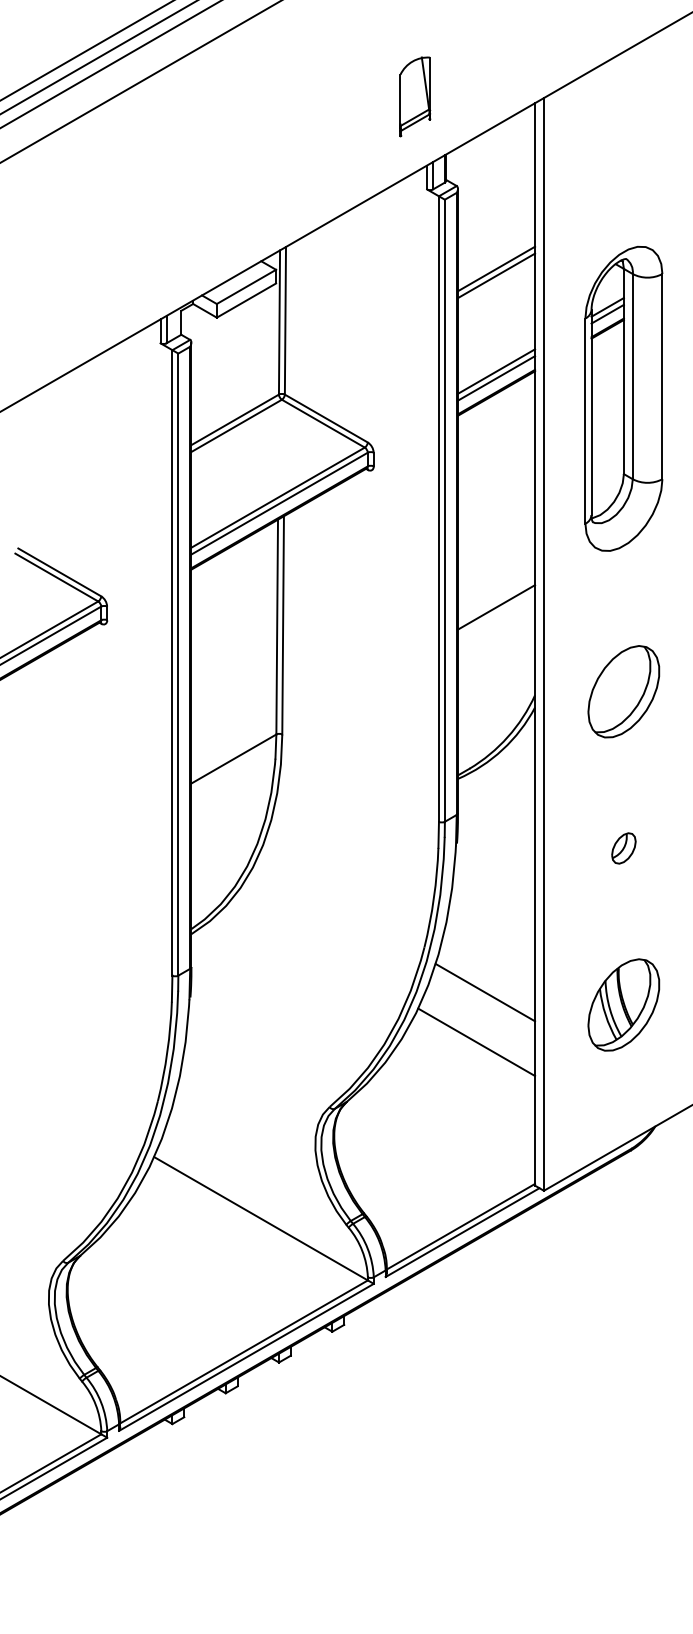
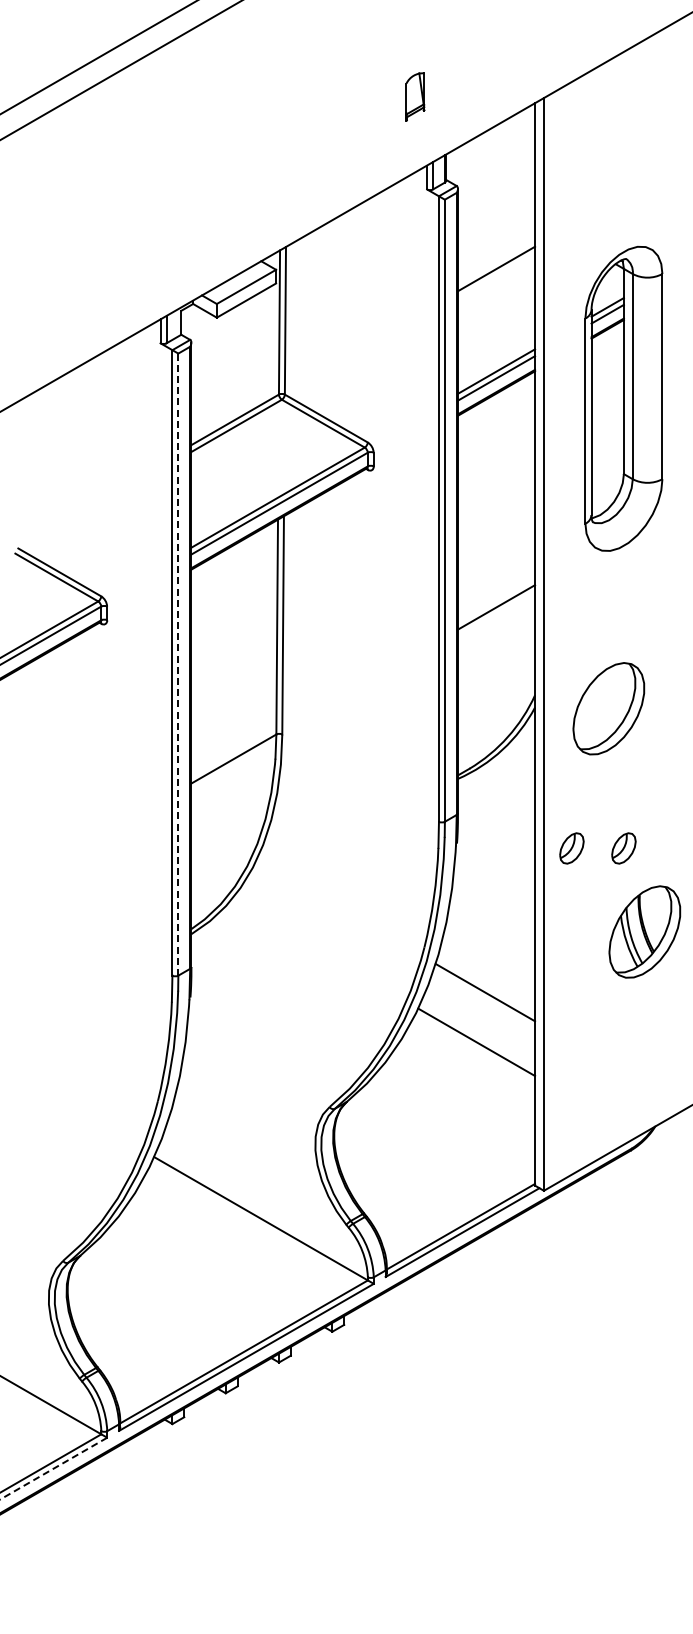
line at (86, 50): present -> none
line at (110, 64): present -> none
line at (140, 81) position: (140, 81) -> (120, 70)
part at (415, 96) size: 33x82 px -> 21x50 px
line at (496, 275): present -> none
line at (178, 665): solid -> dashed
part at (623, 691) position: (623, 691) -> (608, 708)
part at (571, 848): none -> present
part at (623, 1004) position: (623, 1004) -> (644, 931)
line at (53, 1468): solid -> dashed
